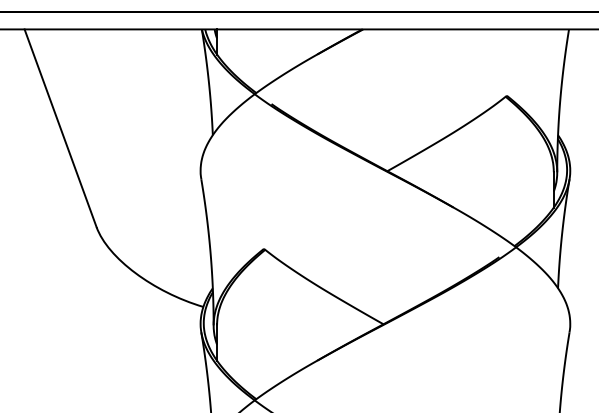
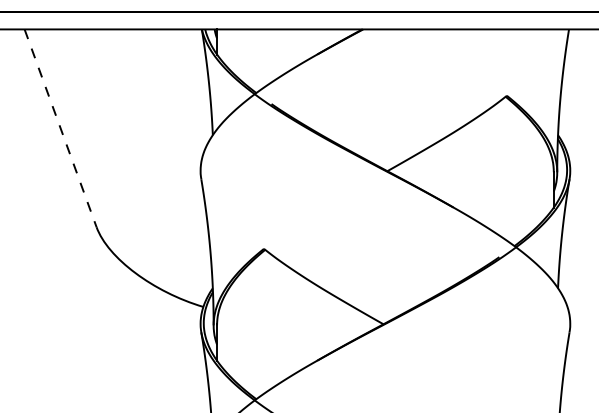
line at (60, 128): solid -> dashed
